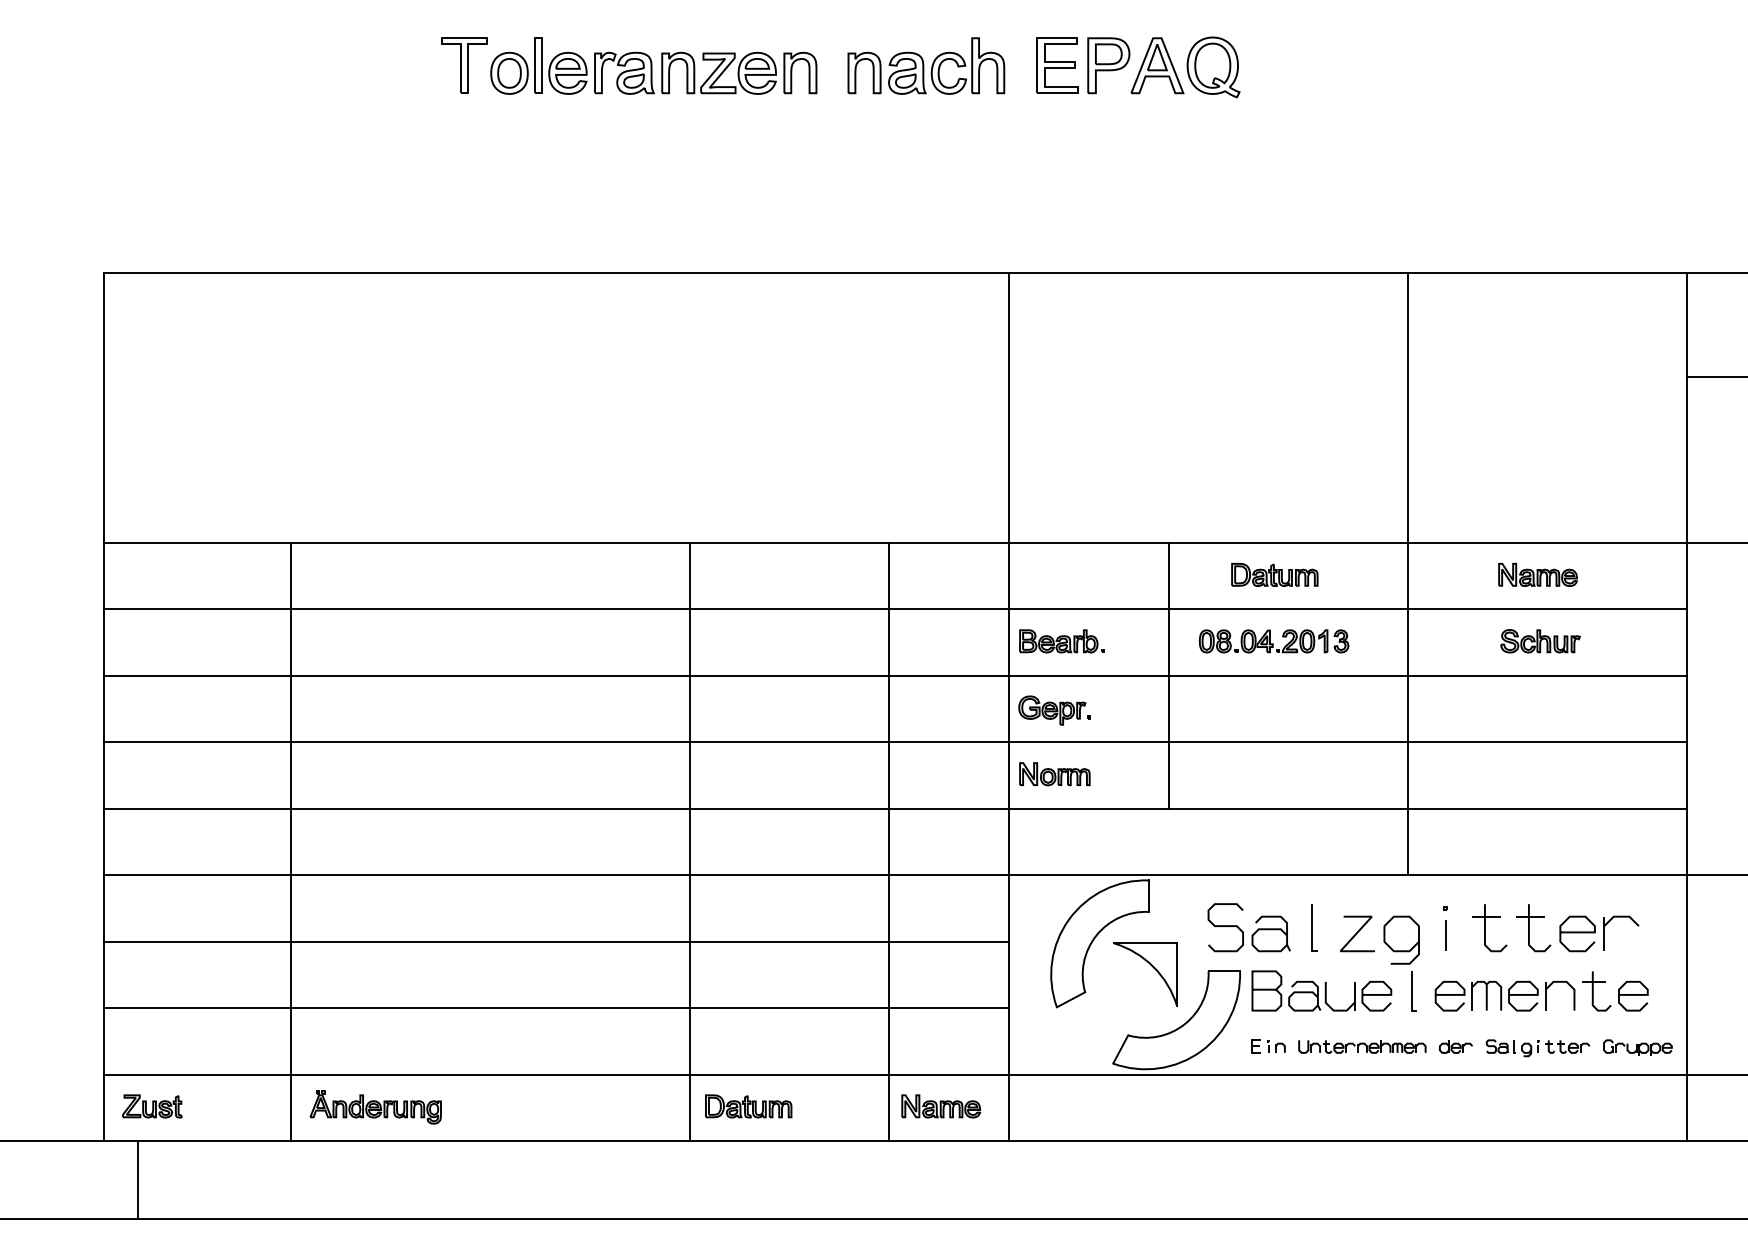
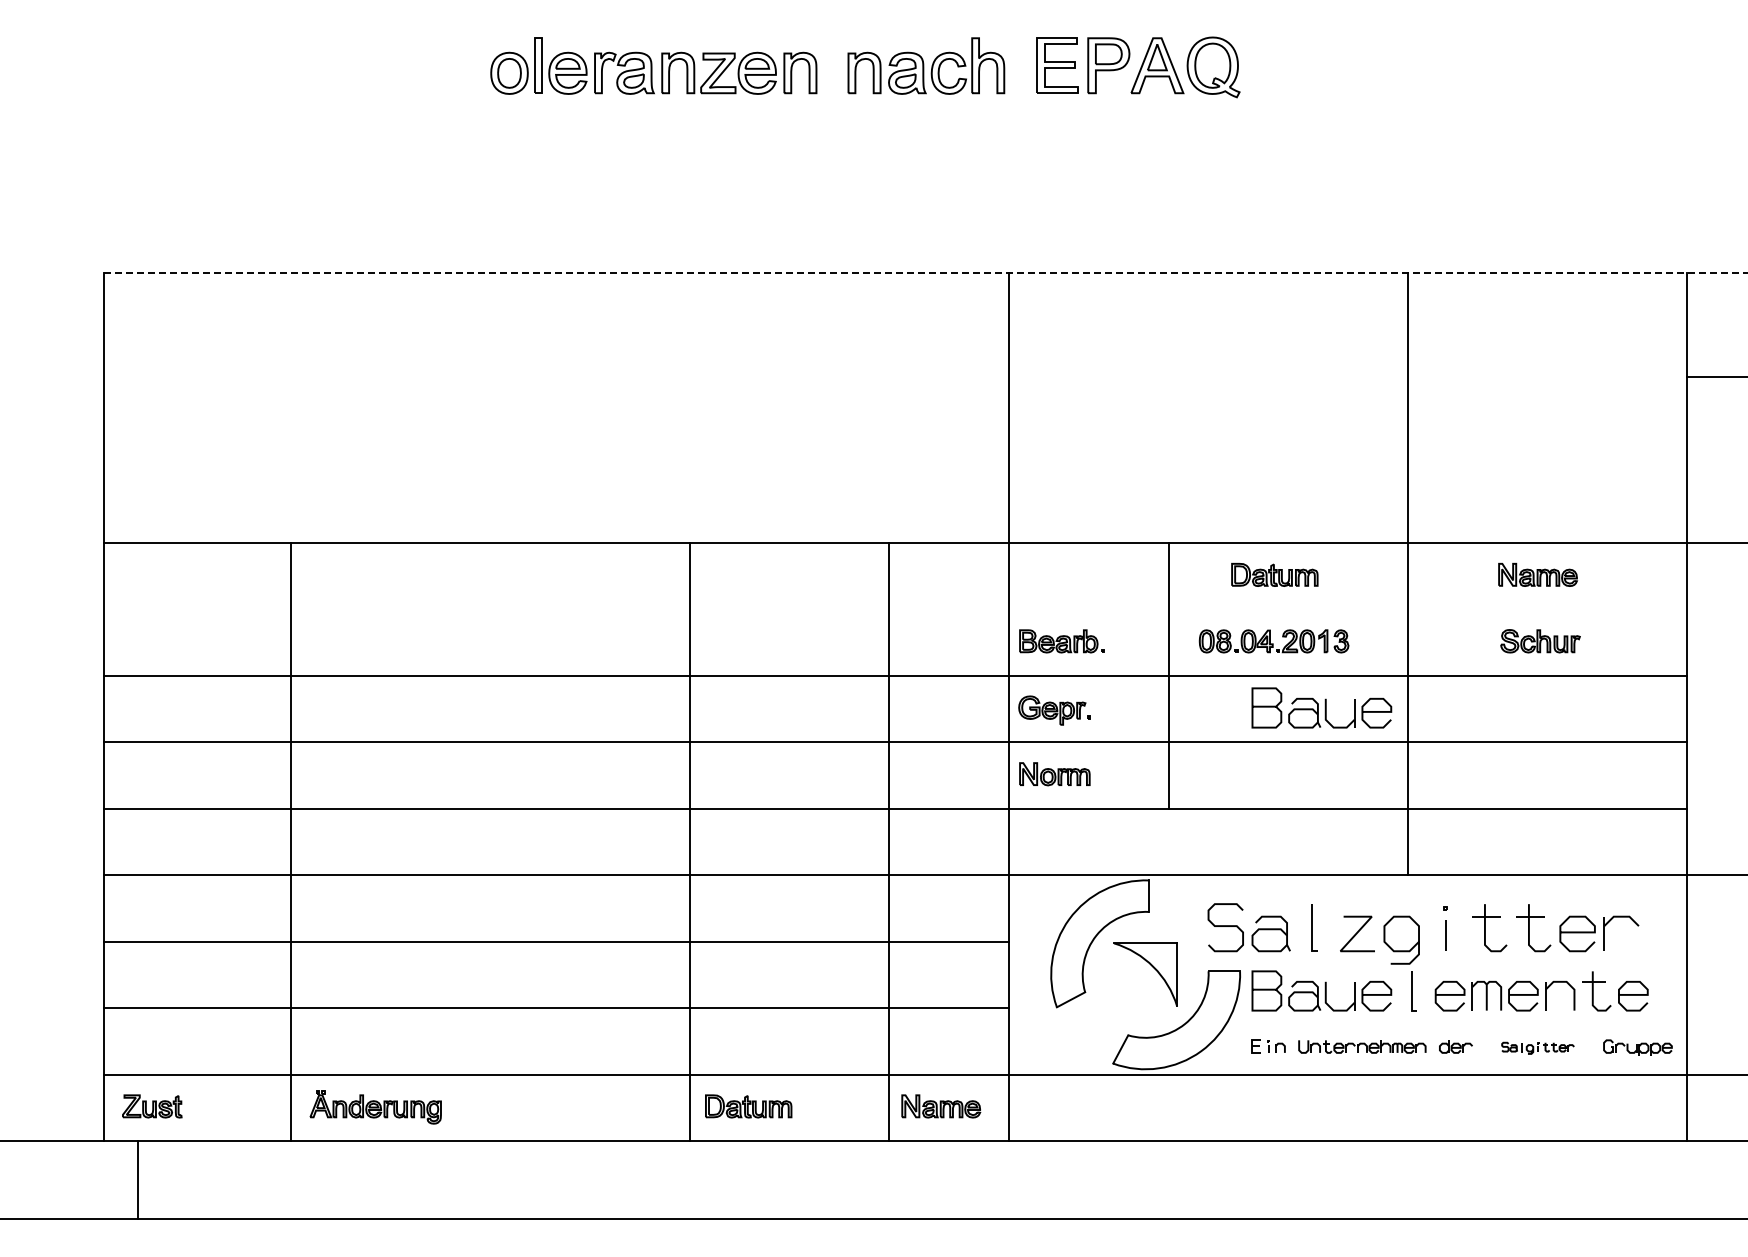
part at (464, 65): present -> none
line at (925, 273): solid -> dashed
line at (895, 609): present -> none
part at (1321, 707): none -> present
part at (1537, 1048) size: 106x19 px -> 74x14 px
